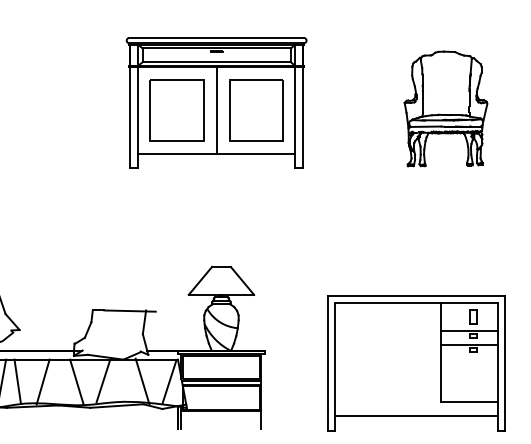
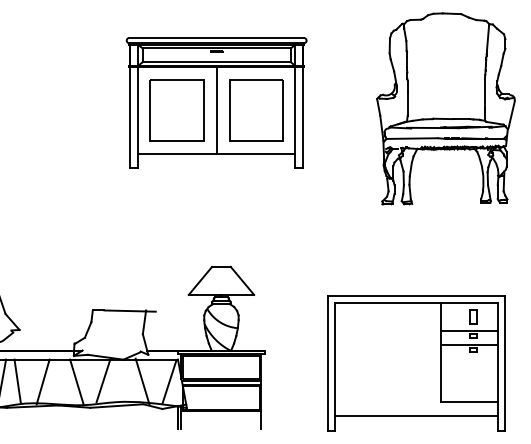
part at (445, 108) size: 86x118 px -> 140x194 px
